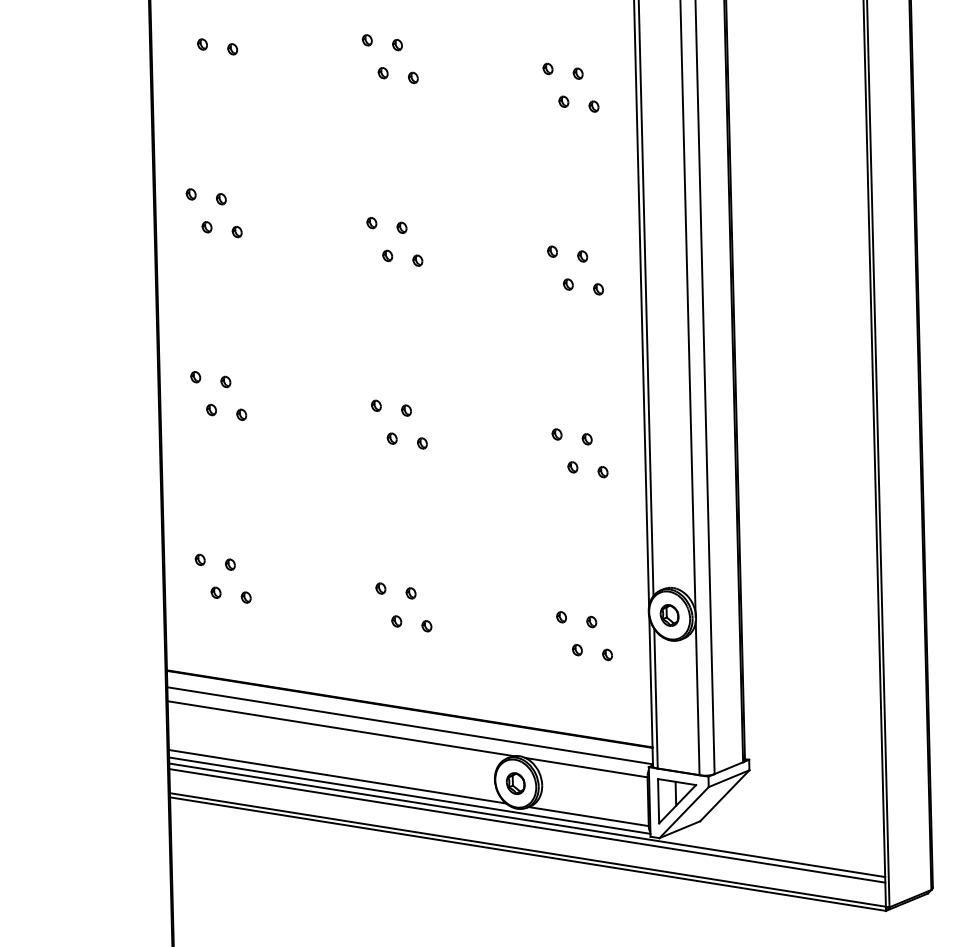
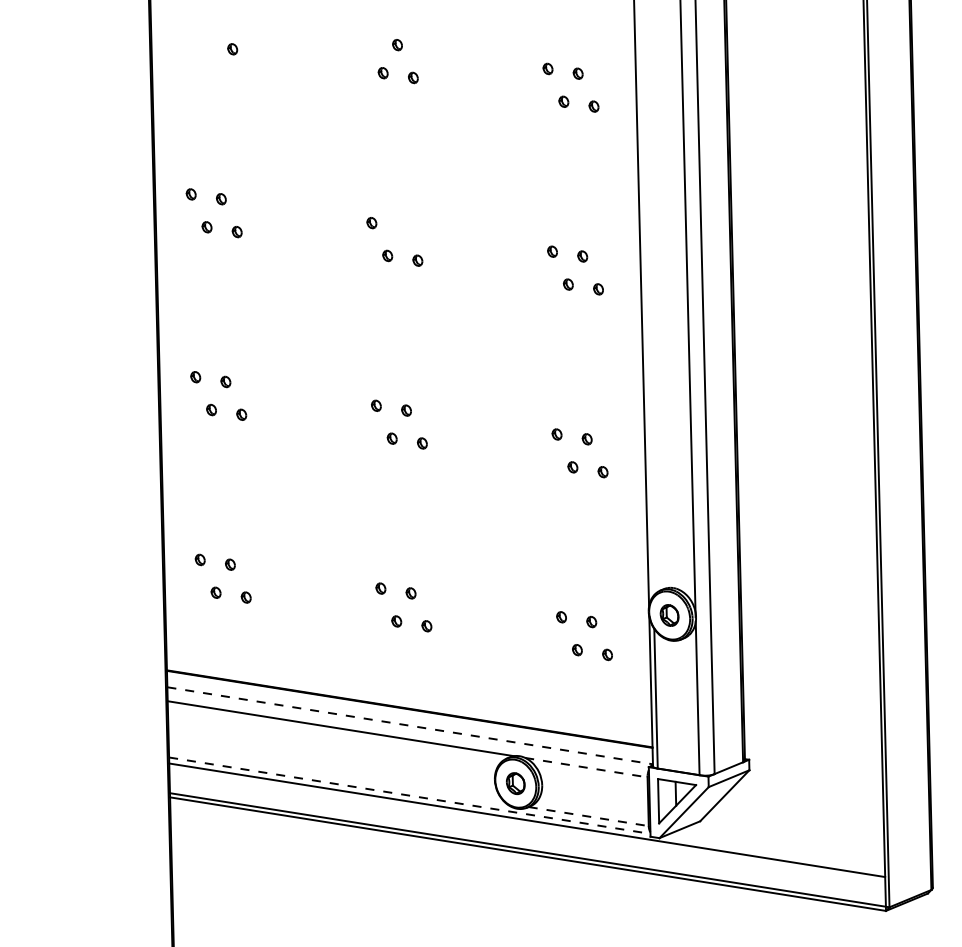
part at (366, 40): present -> none
part at (202, 44): present -> none
part at (401, 227): present -> none
line at (645, 298): present -> none
line at (410, 725): solid -> dashed
line at (586, 767): solid -> dashed
line at (337, 776): present -> none
line at (409, 795): solid -> dashed
line at (588, 816): solid -> dashed
line at (527, 825): present -> none
